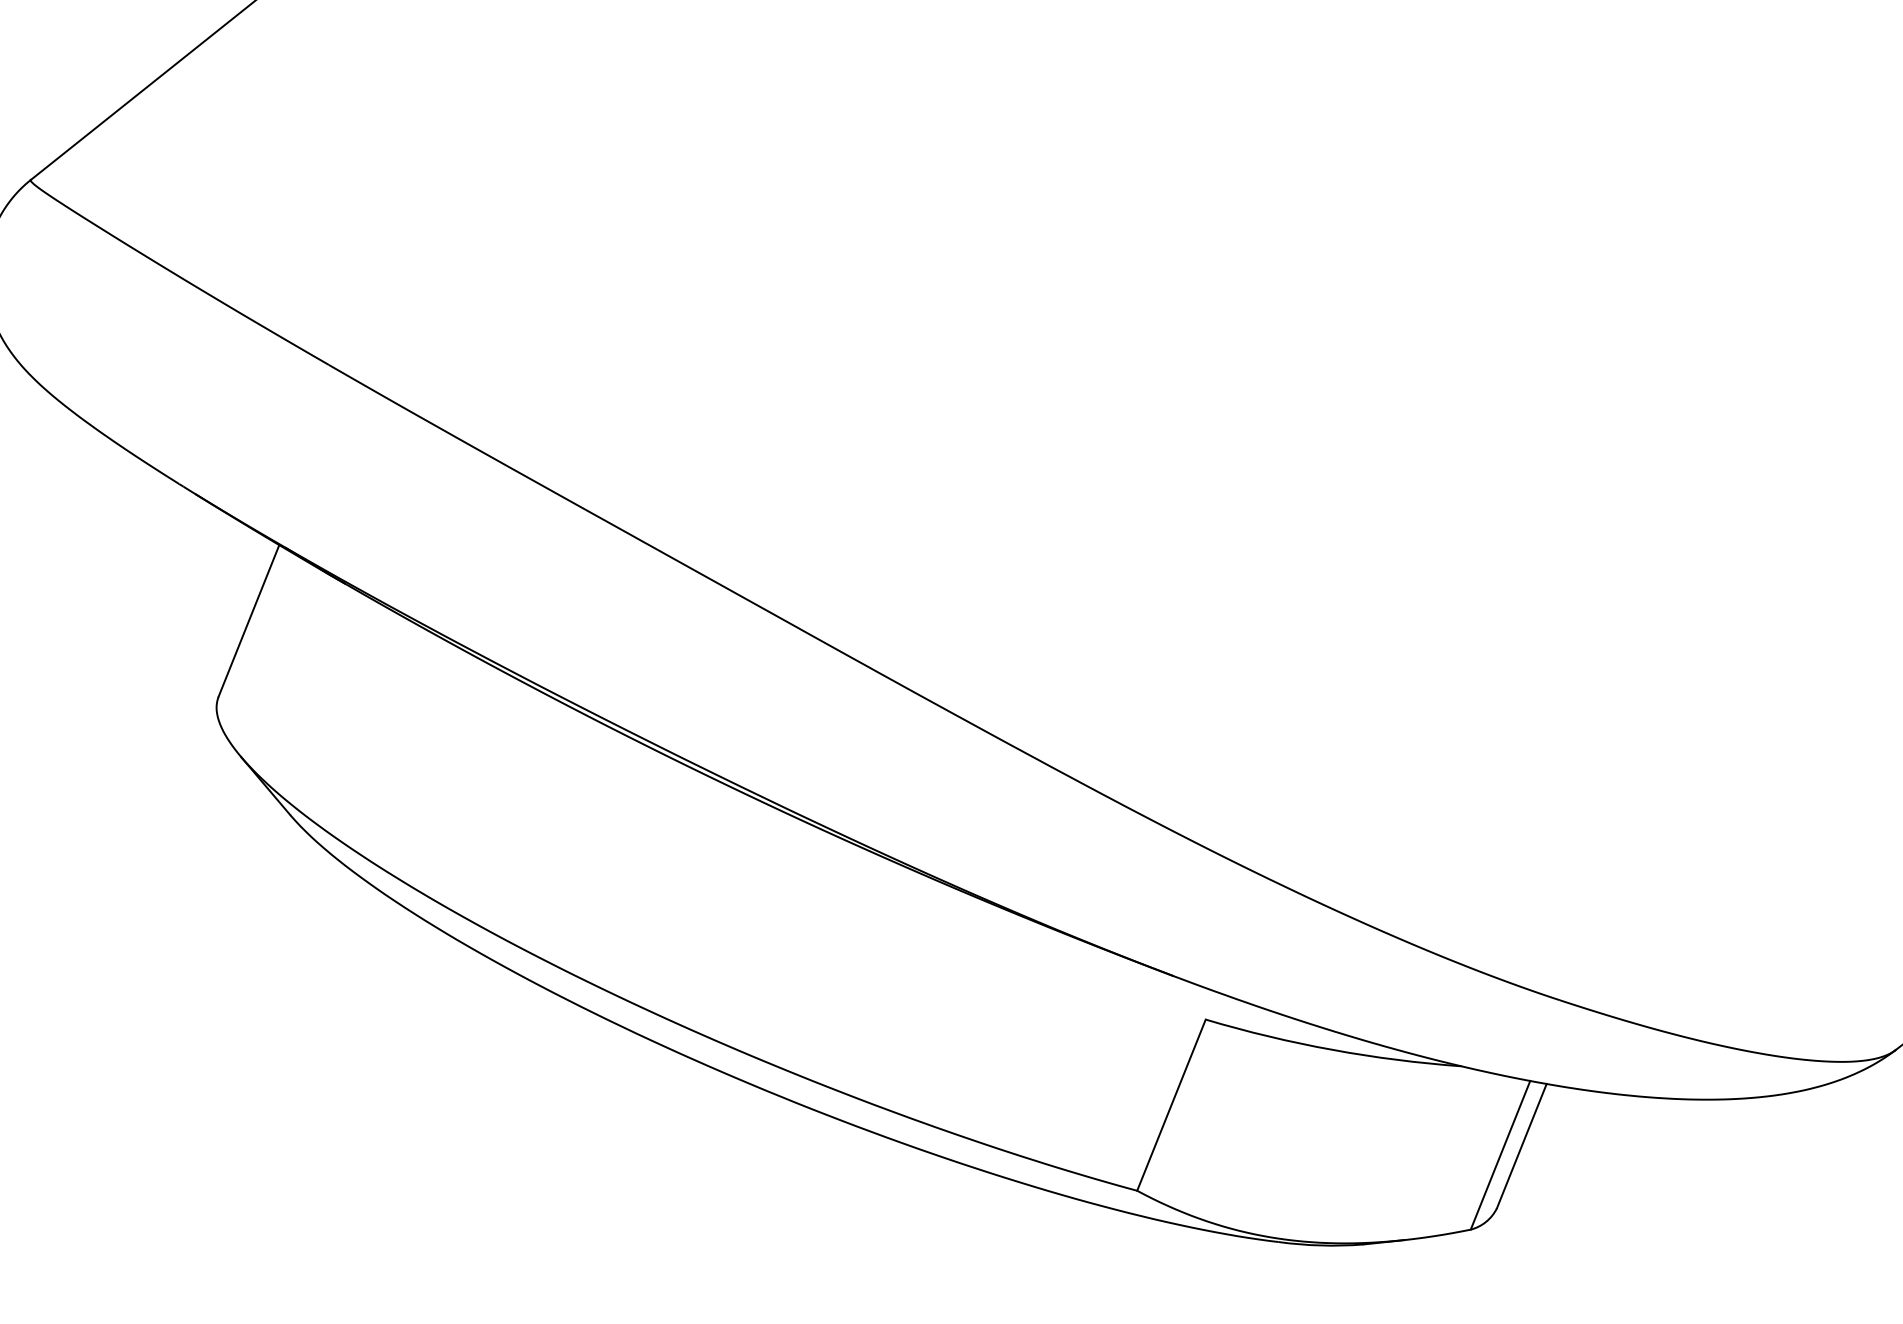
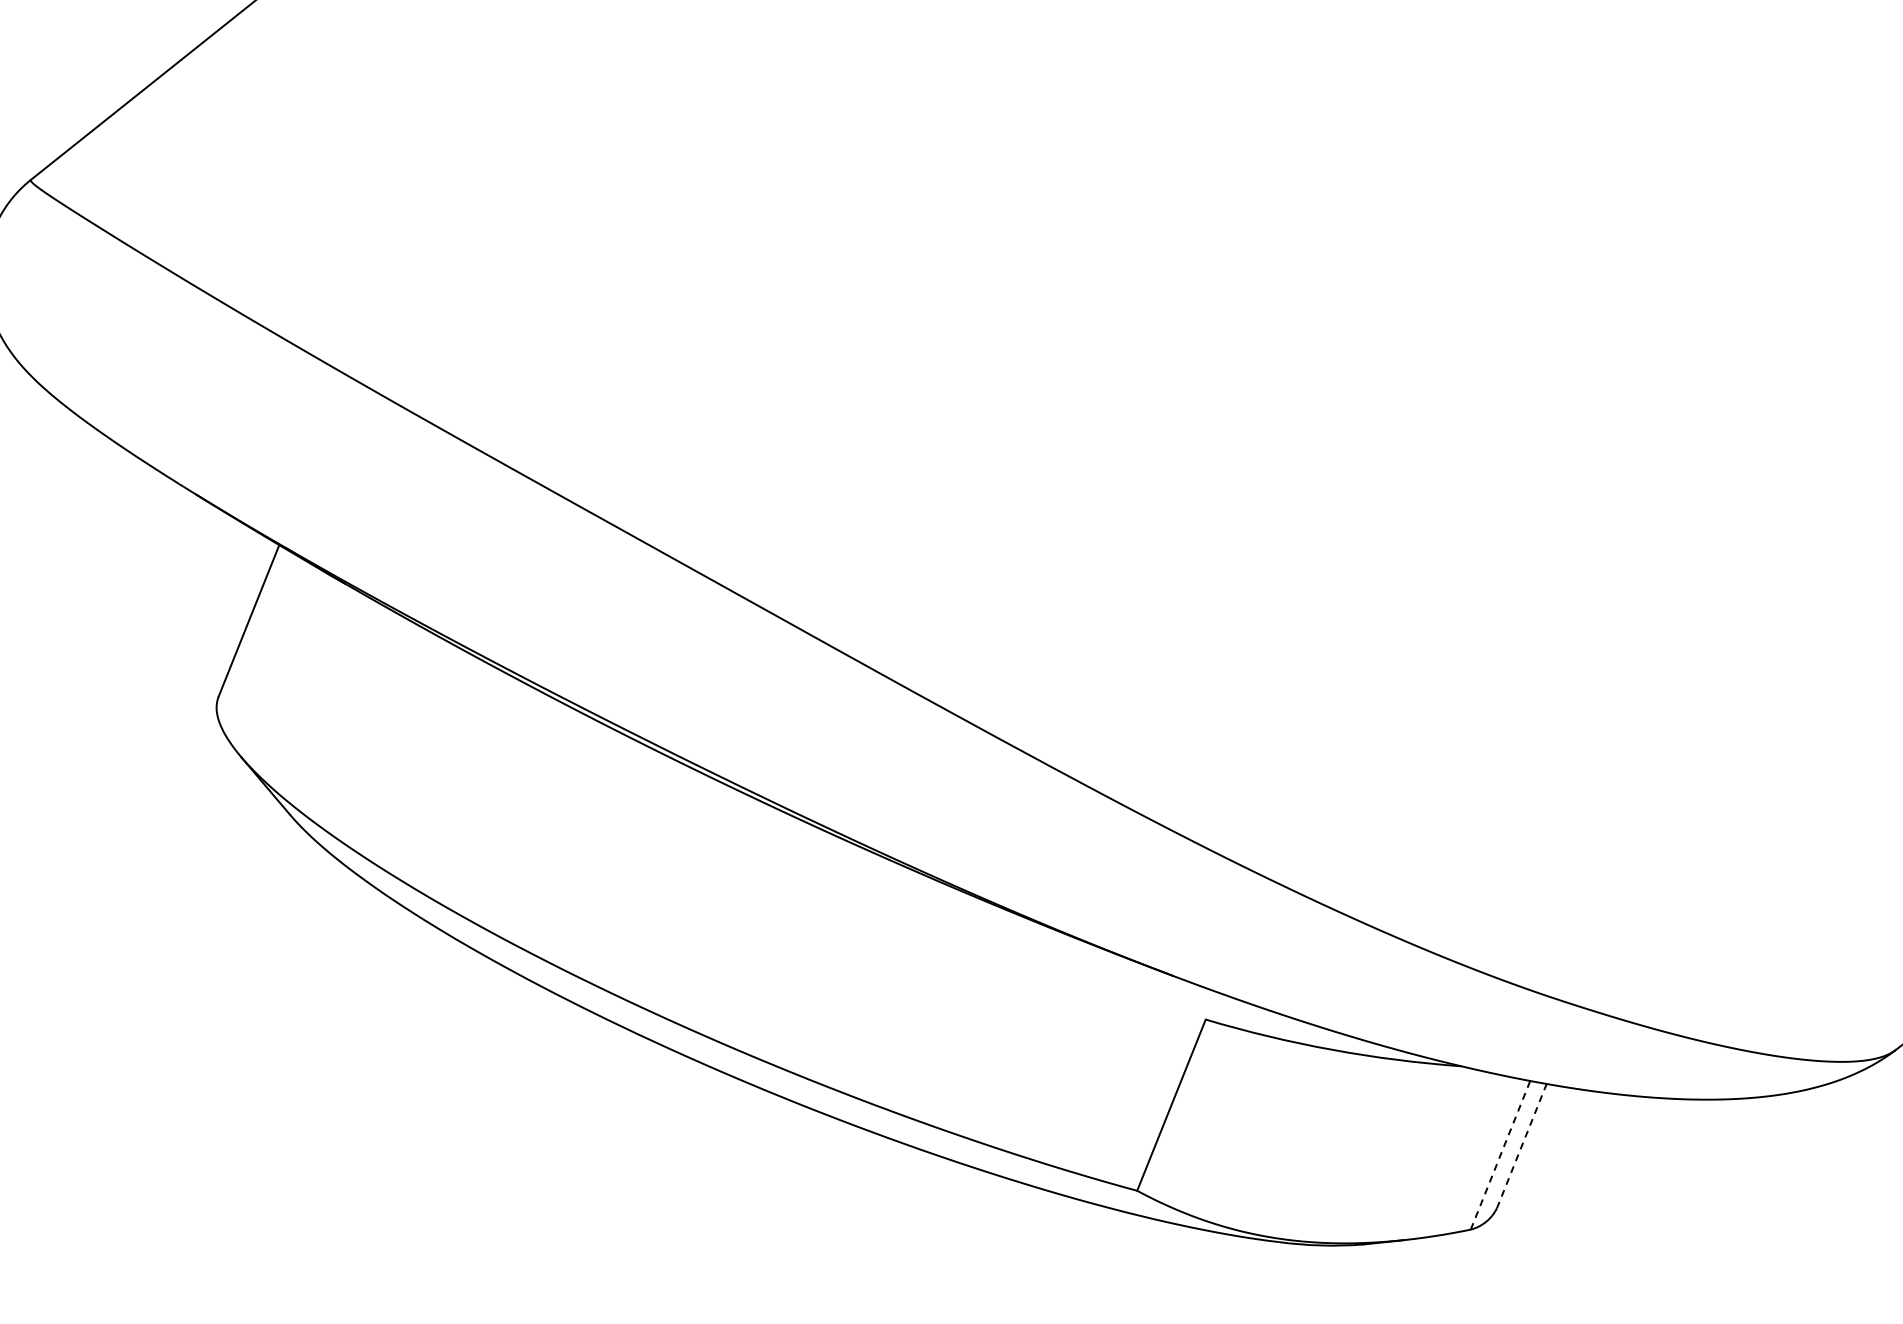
line at (1521, 1146): solid -> dashed
line at (1500, 1154): solid -> dashed
